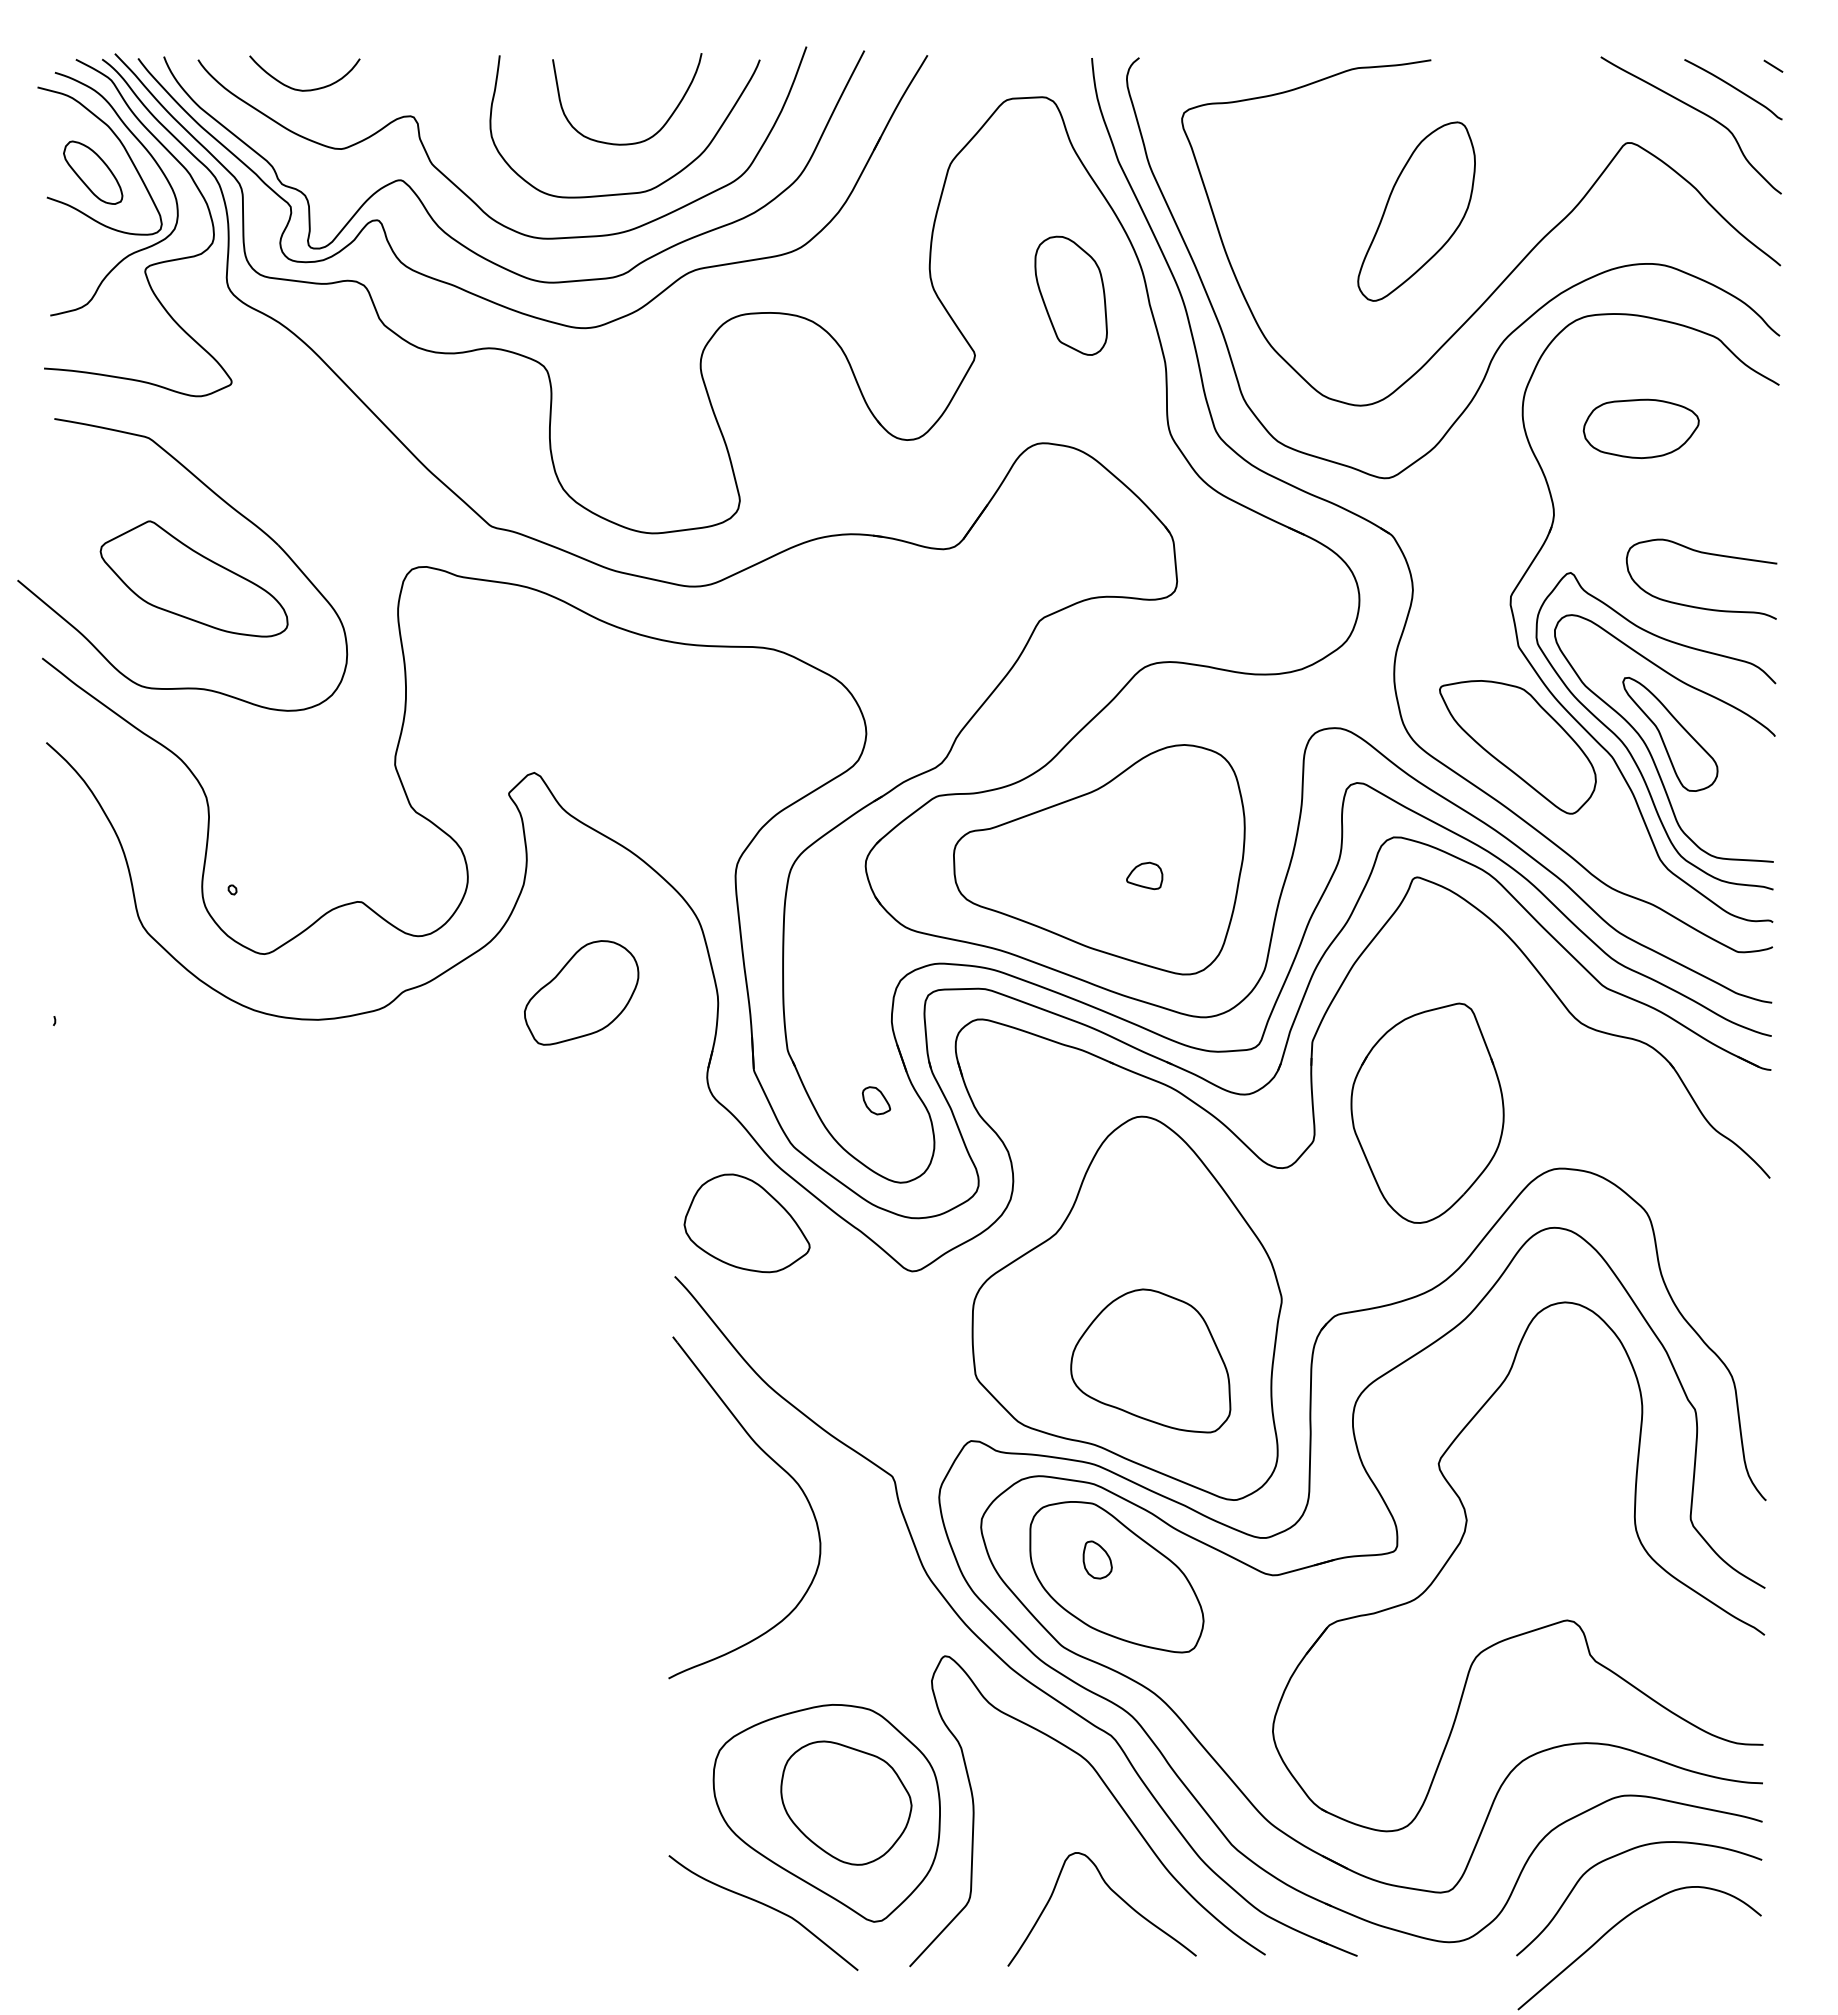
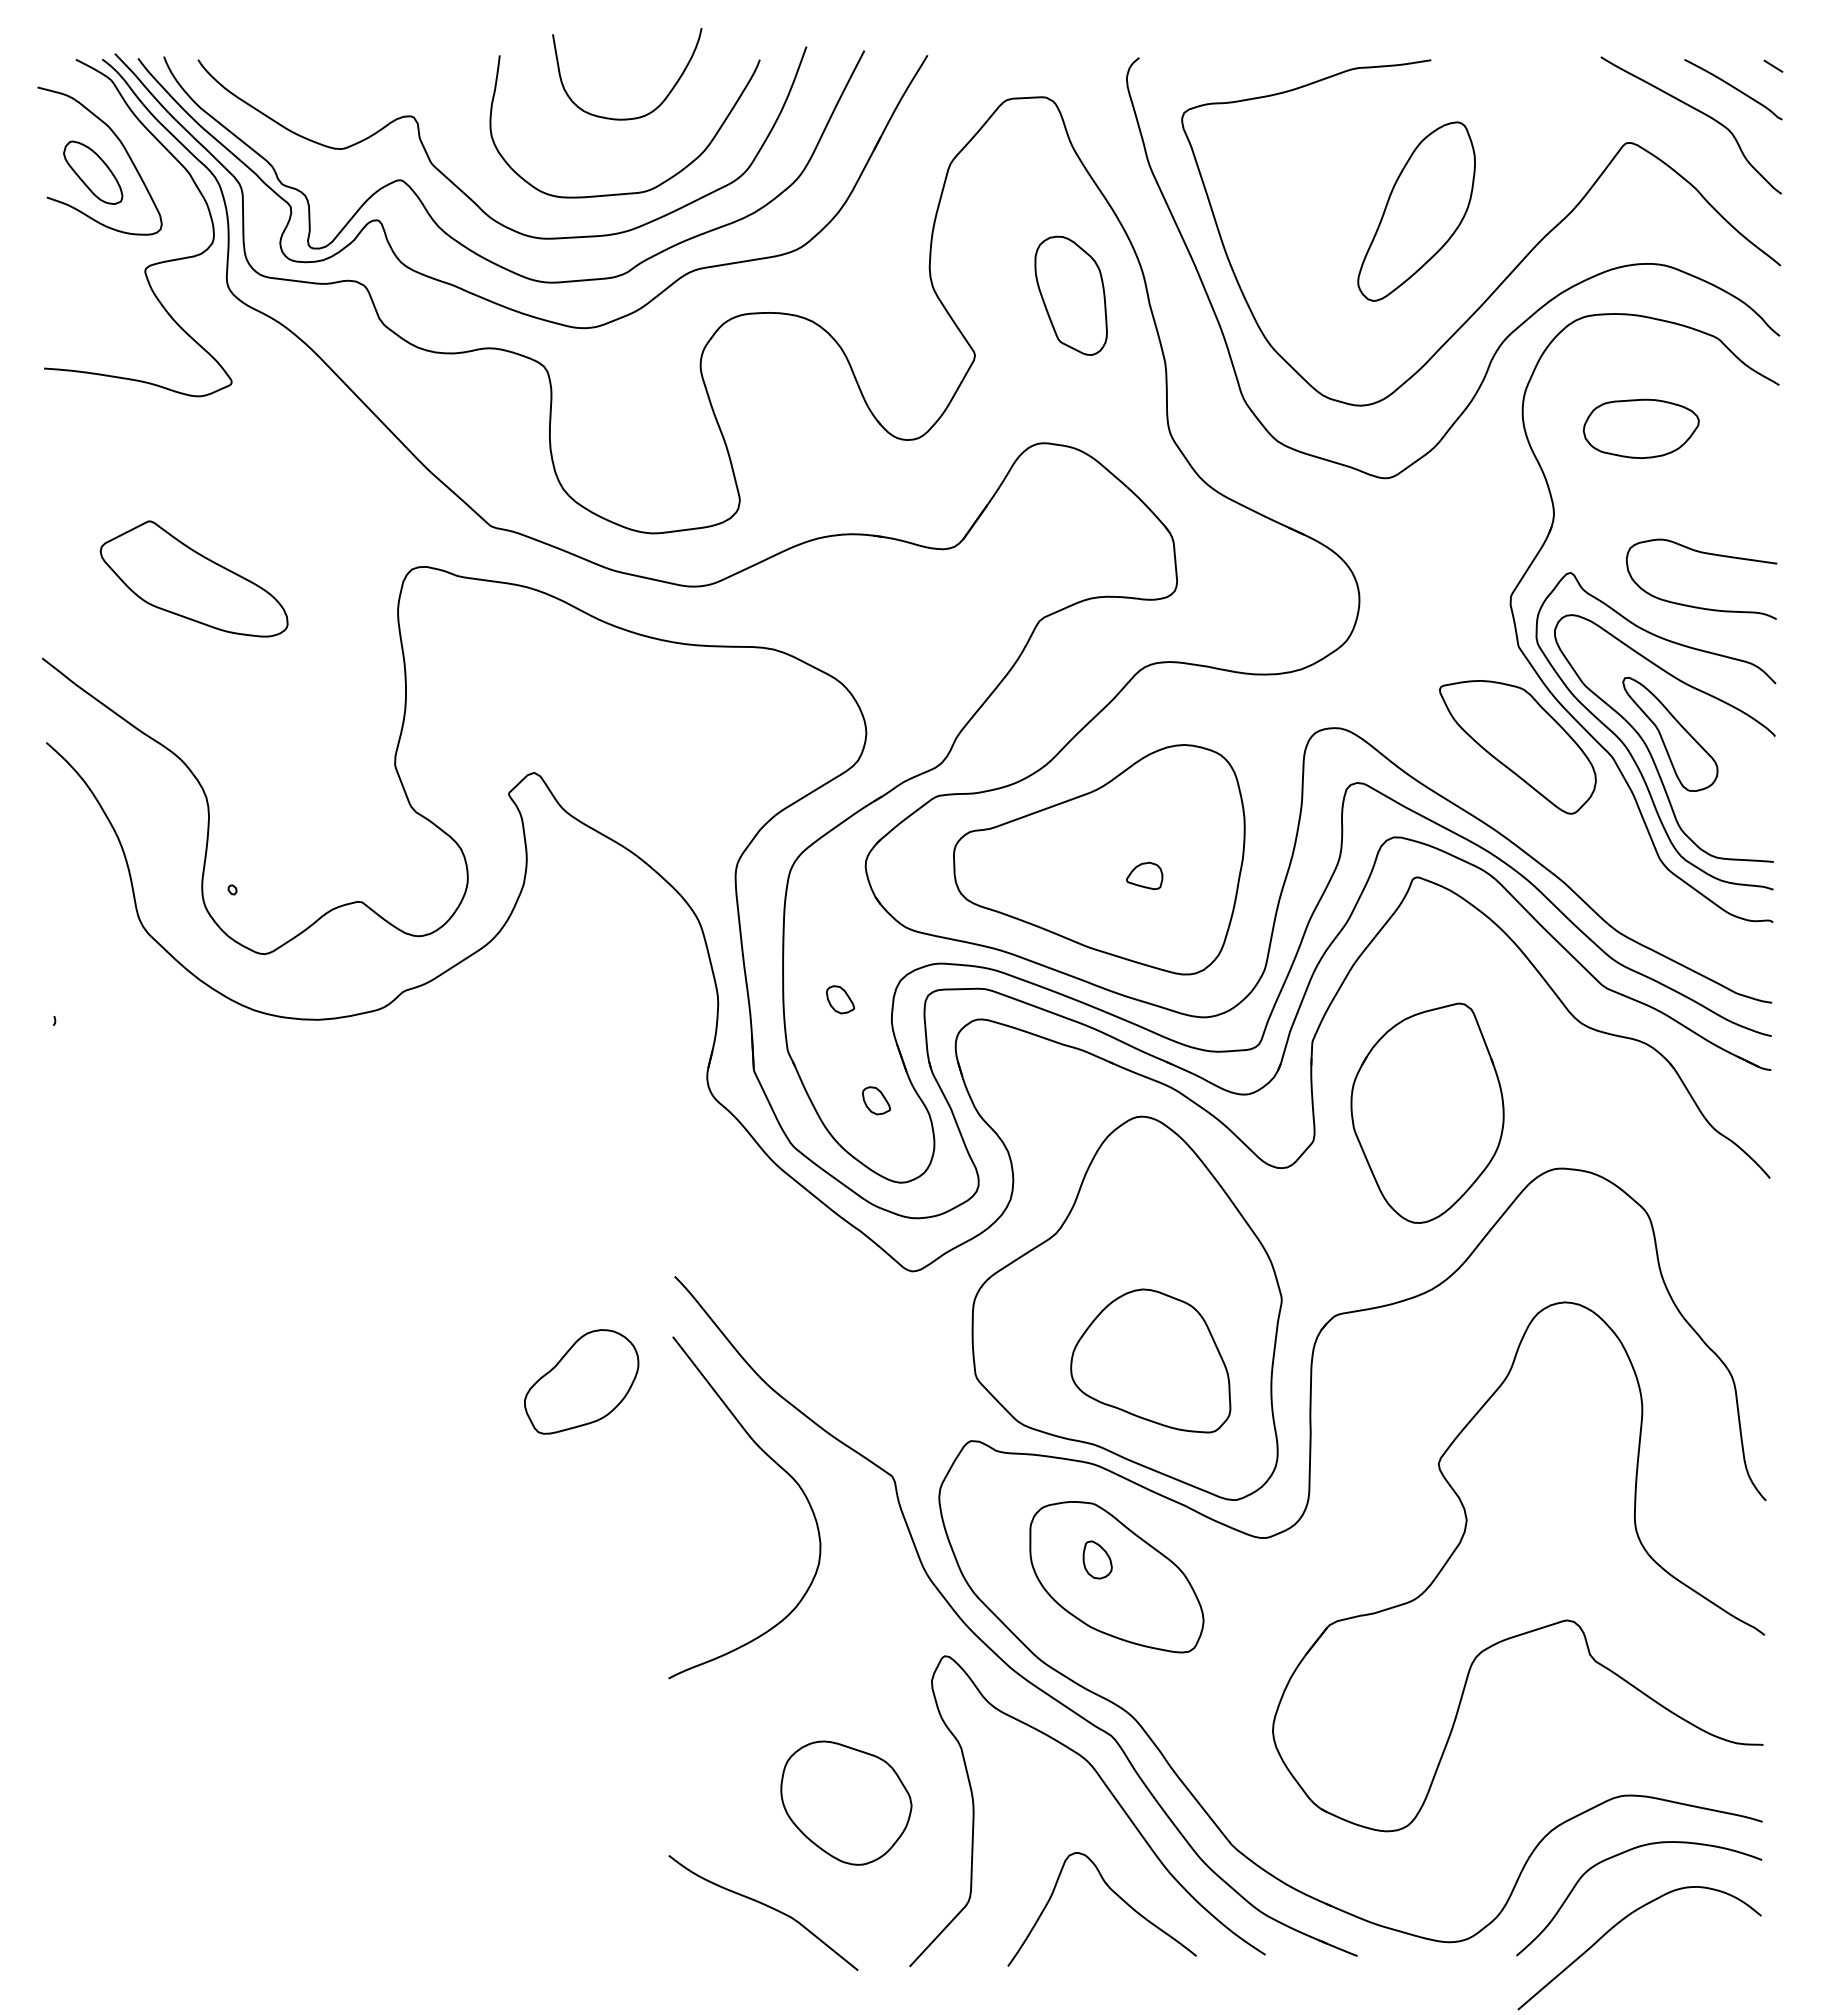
curve at (304, 89): present -> none
curve at (654, 133) position: (654, 133) -> (654, 108)
curve at (157, 166): present -> none
part at (226, 504): present -> none
part at (1394, 536): present -> none
part at (581, 992) position: (581, 992) -> (581, 1381)
part at (840, 999): none -> present
part at (746, 1223): present -> none
part at (1372, 1559): present -> none
part at (826, 1813): present -> none
